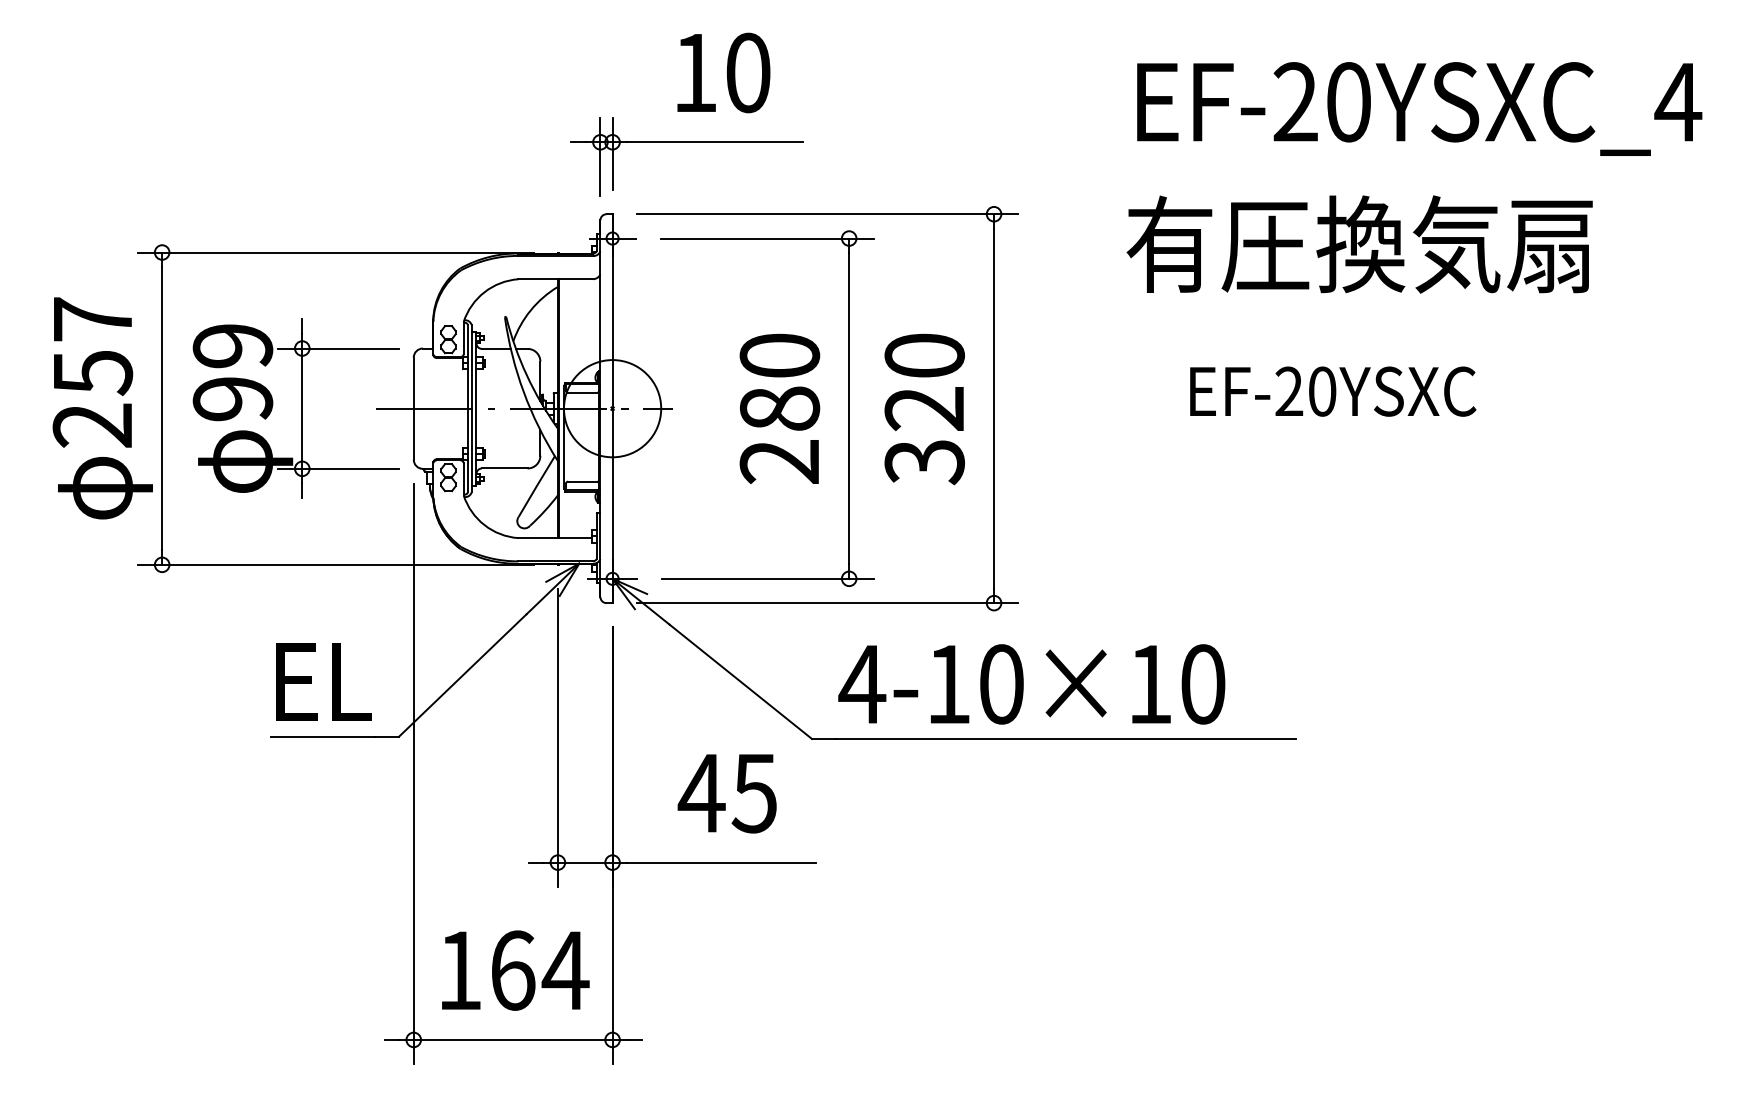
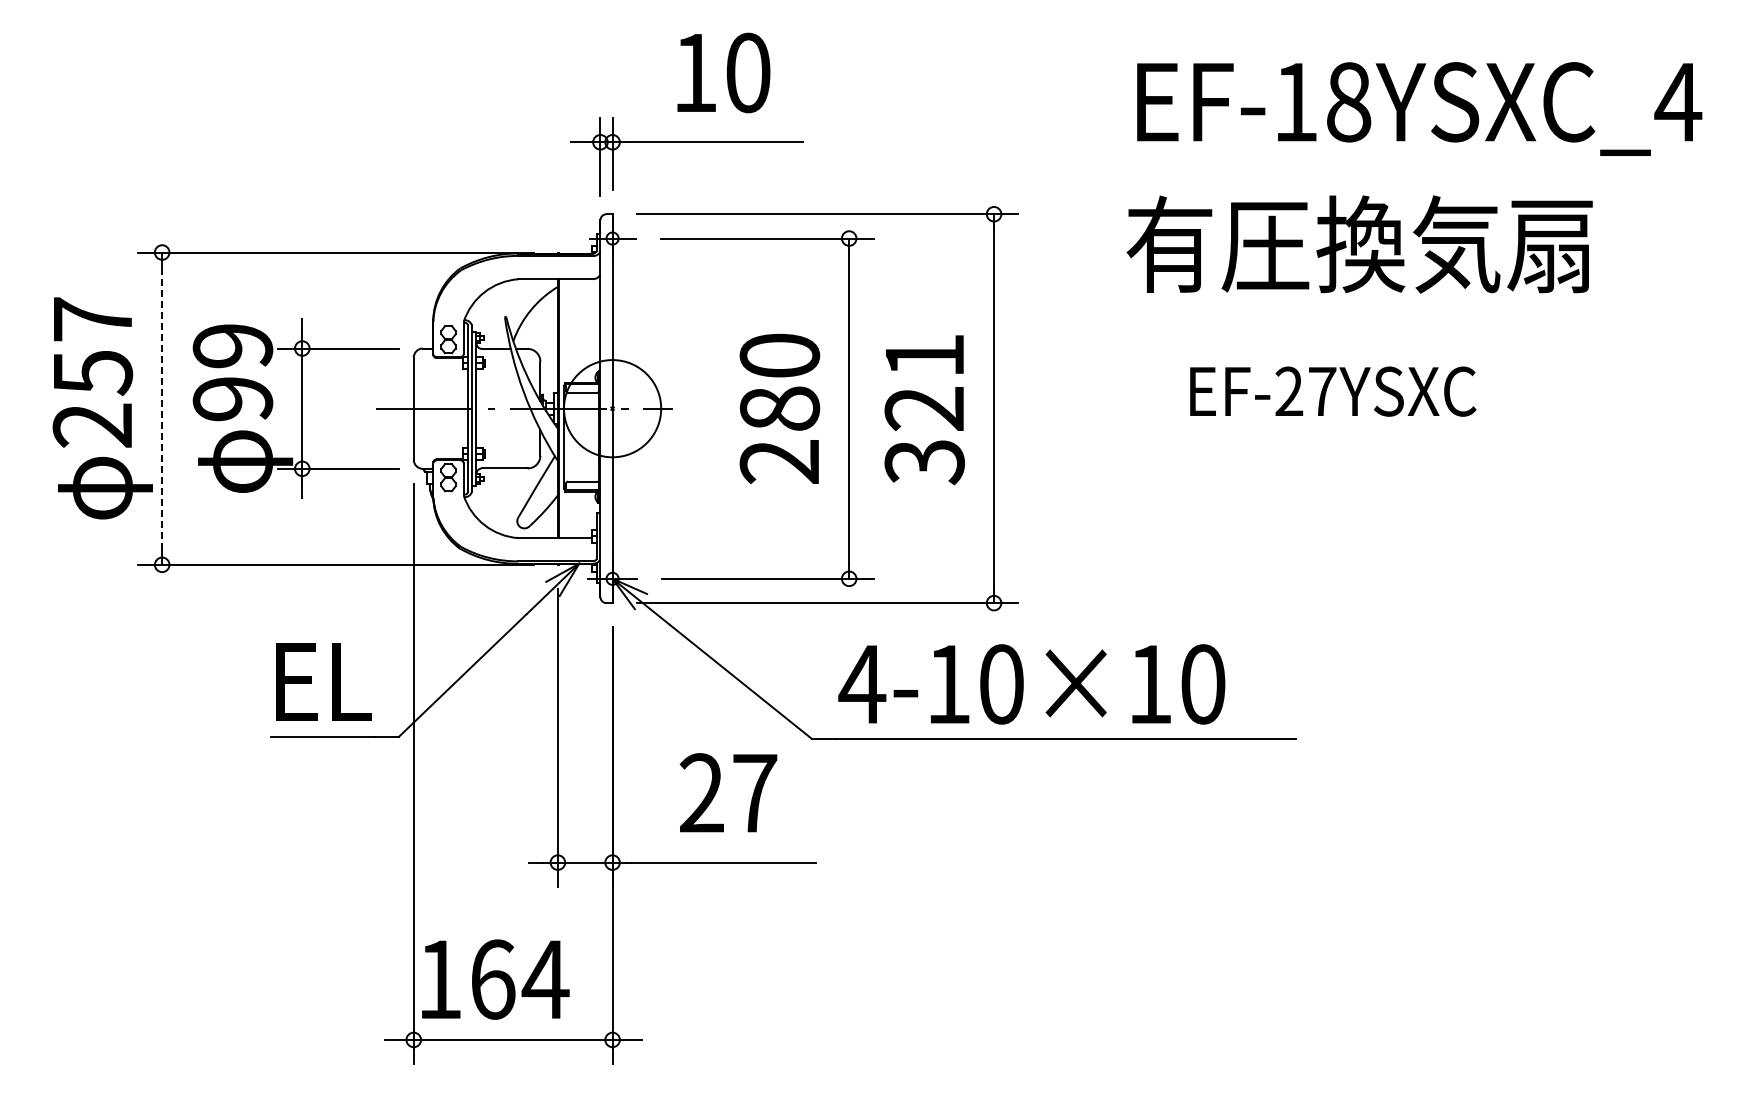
text at (1322, 102): EF-20YSXC_4 -> EF-18YSXC_4
text at (924, 355): 320 -> 321
text at (1322, 391): EF-20YSXC -> EF-27YSXC
line at (162, 408): solid -> dashed
text at (727, 793): 45 -> 27
text at (515, 970) position: (515, 970) -> (495, 979)
